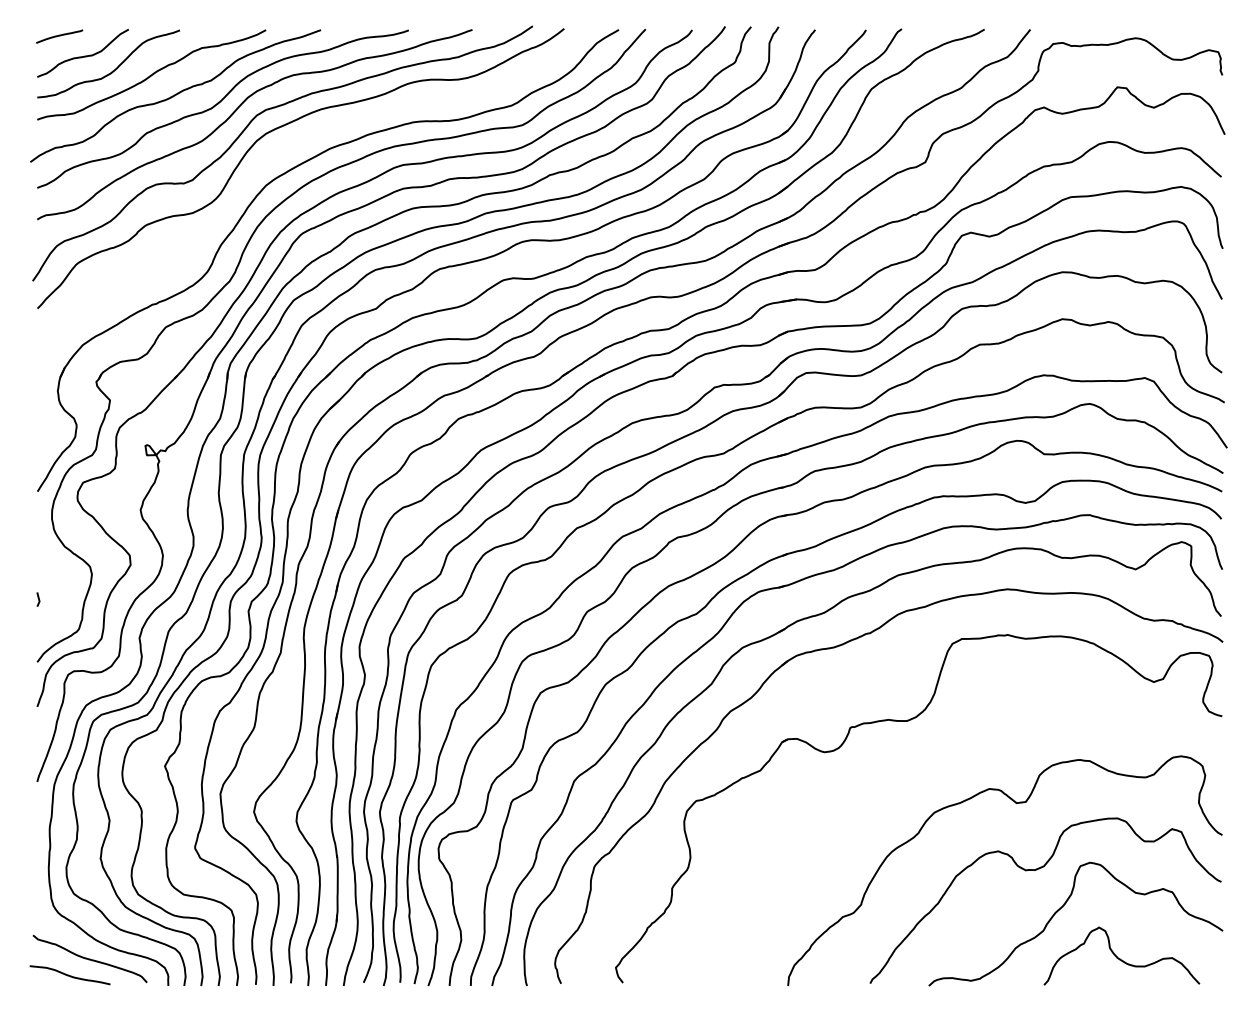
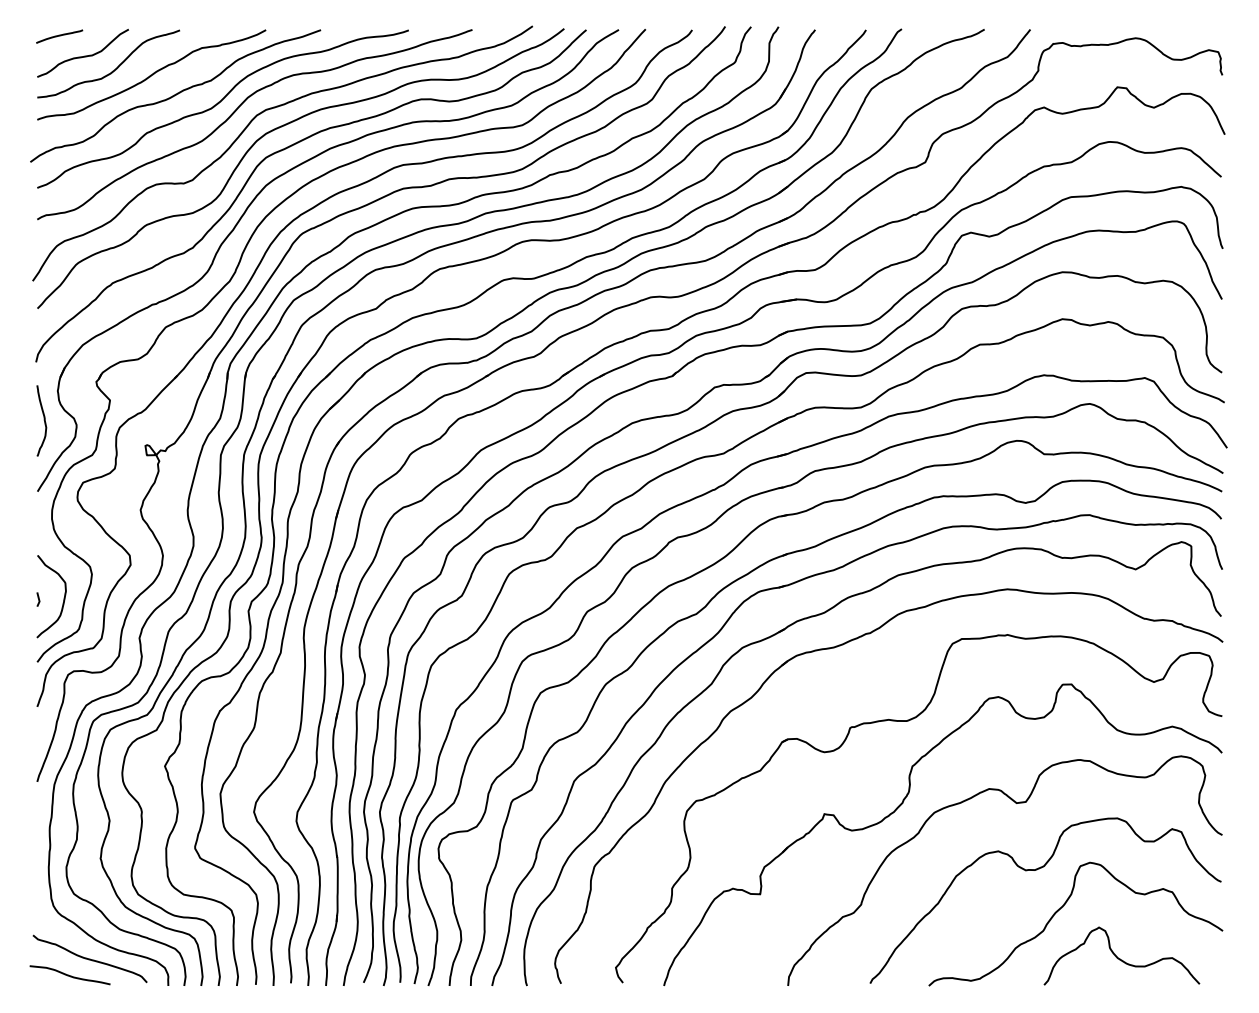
curve at (286, 149): none -> present
curve at (43, 420): none -> present
curve at (63, 597): none -> present
part at (903, 803): none -> present
